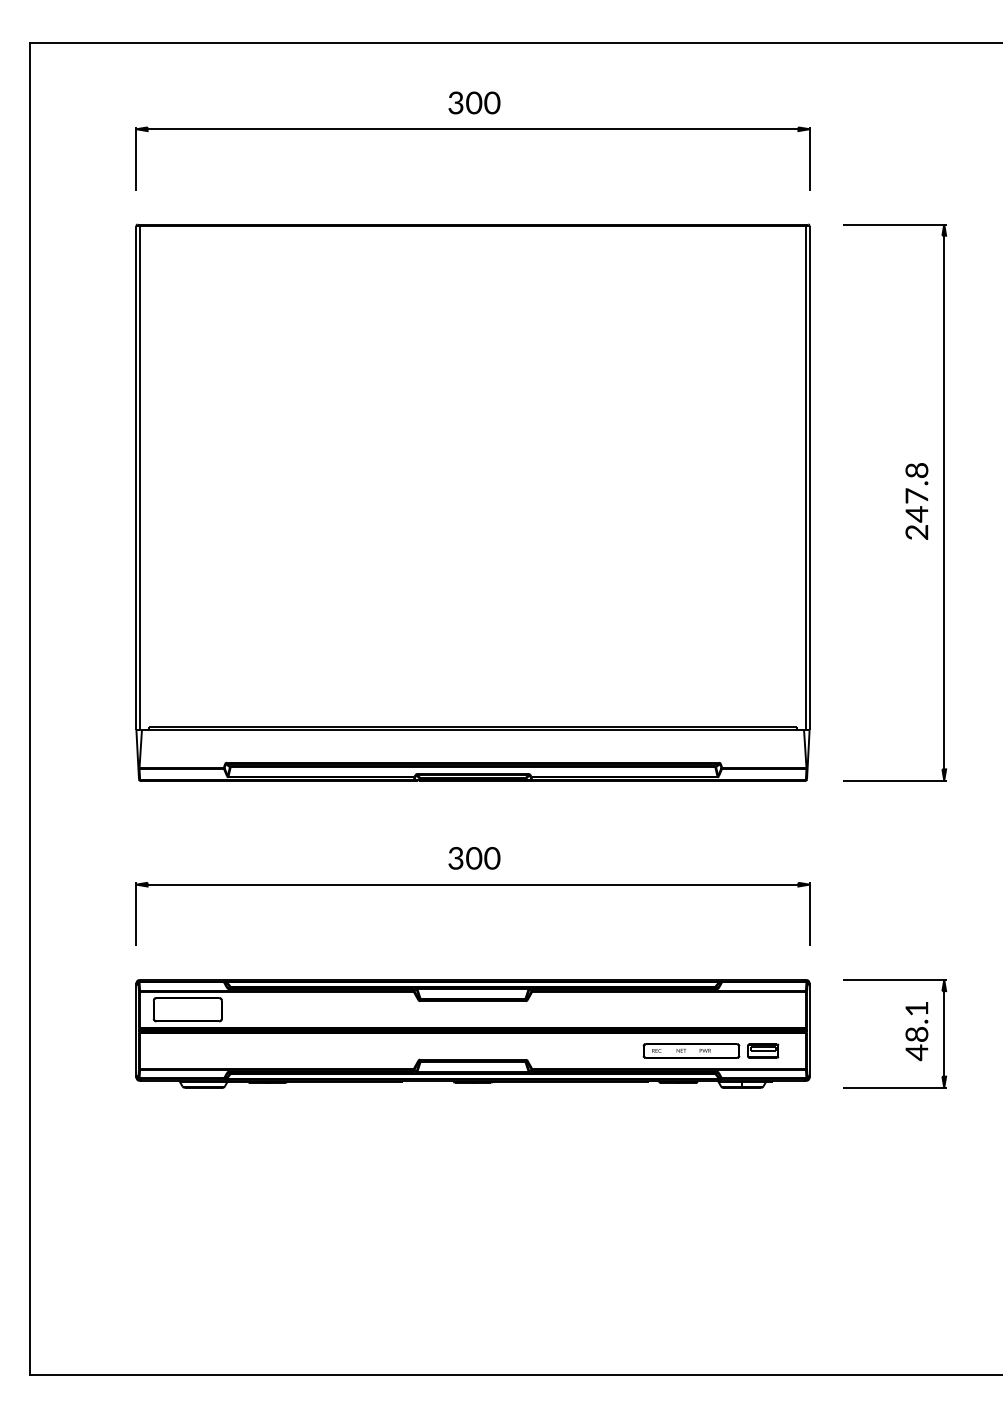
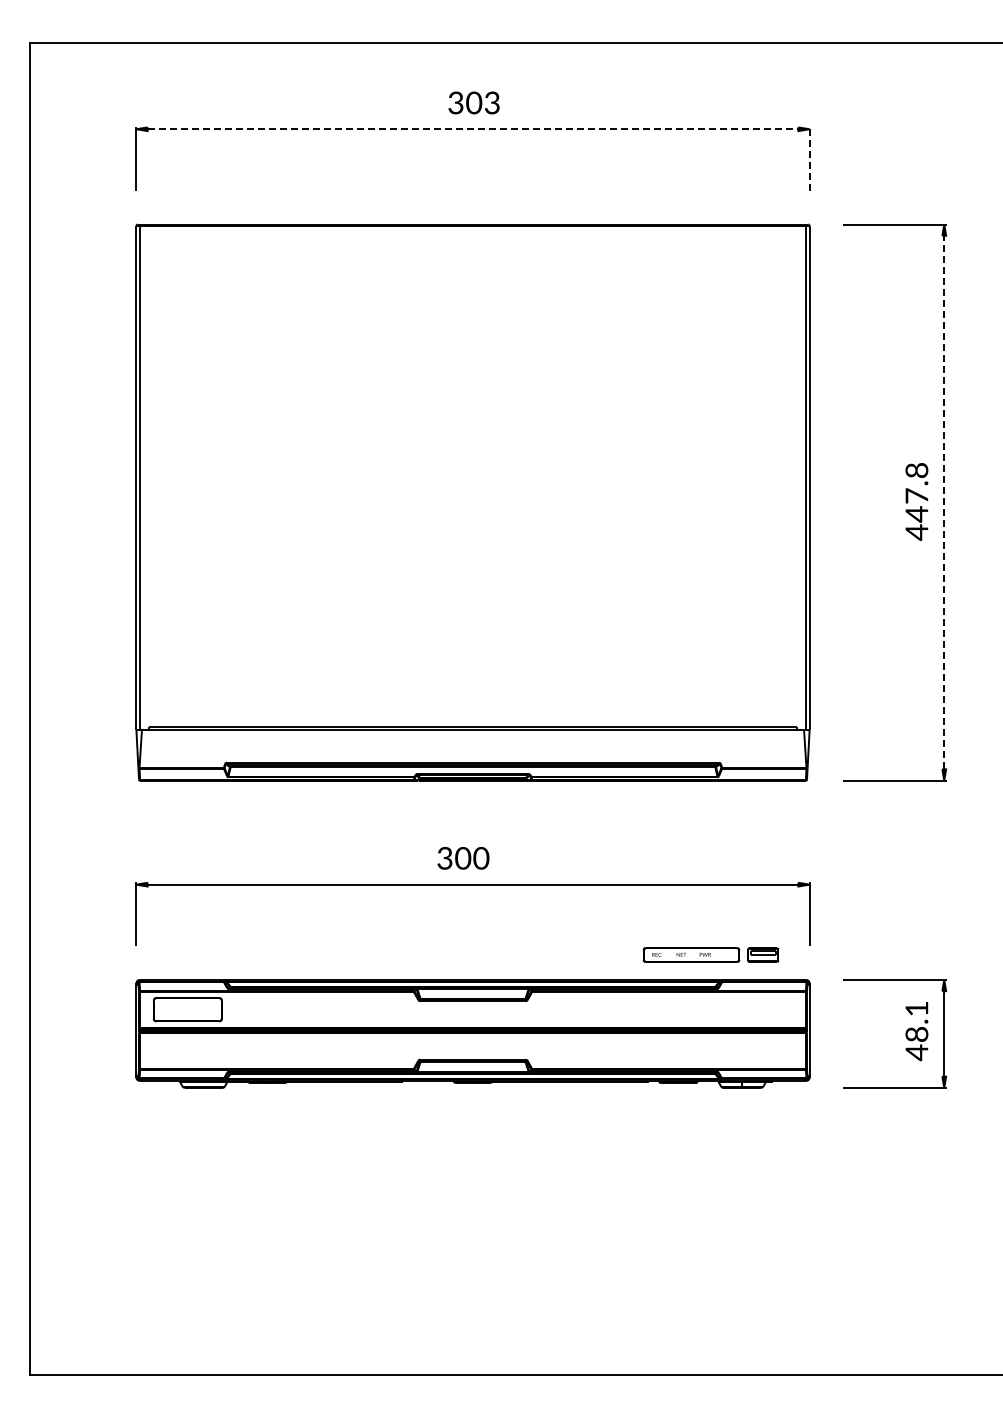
text at (492, 102): 300 -> 303
line at (473, 129): solid -> dashed
line at (809, 158): solid -> dashed
line at (944, 502): solid -> dashed
text at (916, 532): 247.8 -> 447.8
text at (474, 858) position: (474, 858) -> (463, 858)
part at (710, 1050) position: (710, 1050) -> (710, 954)
